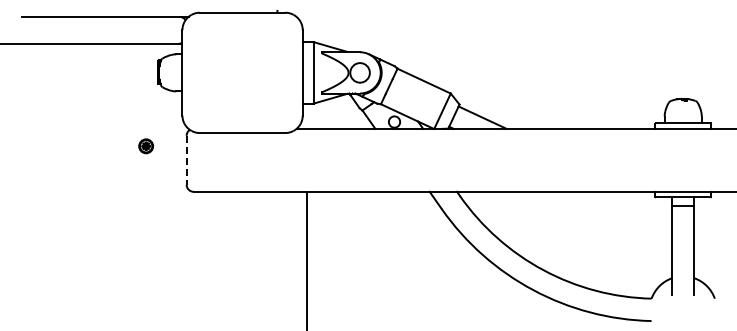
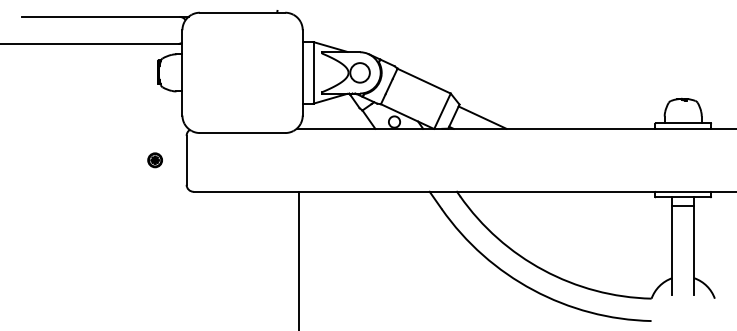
part at (145, 146) position: (145, 146) -> (154, 160)
line at (186, 160): dashed -> solid
line at (306, 259) position: (306, 259) -> (298, 259)
